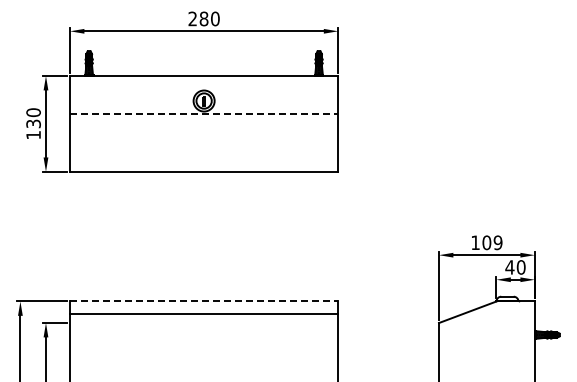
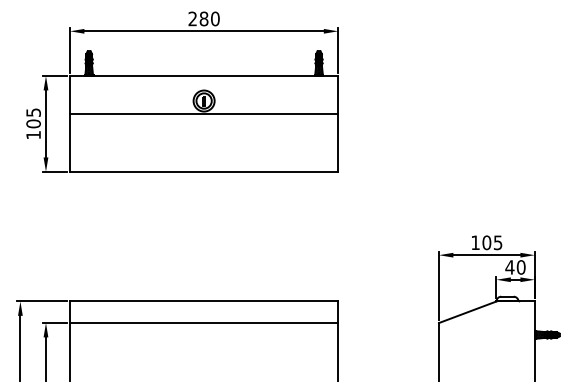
line at (204, 114): dashed -> solid
text at (33, 118): 130 -> 105
text at (497, 242): 109 -> 105
line at (204, 301): dashed -> solid
line at (204, 314) position: (204, 314) -> (204, 323)
